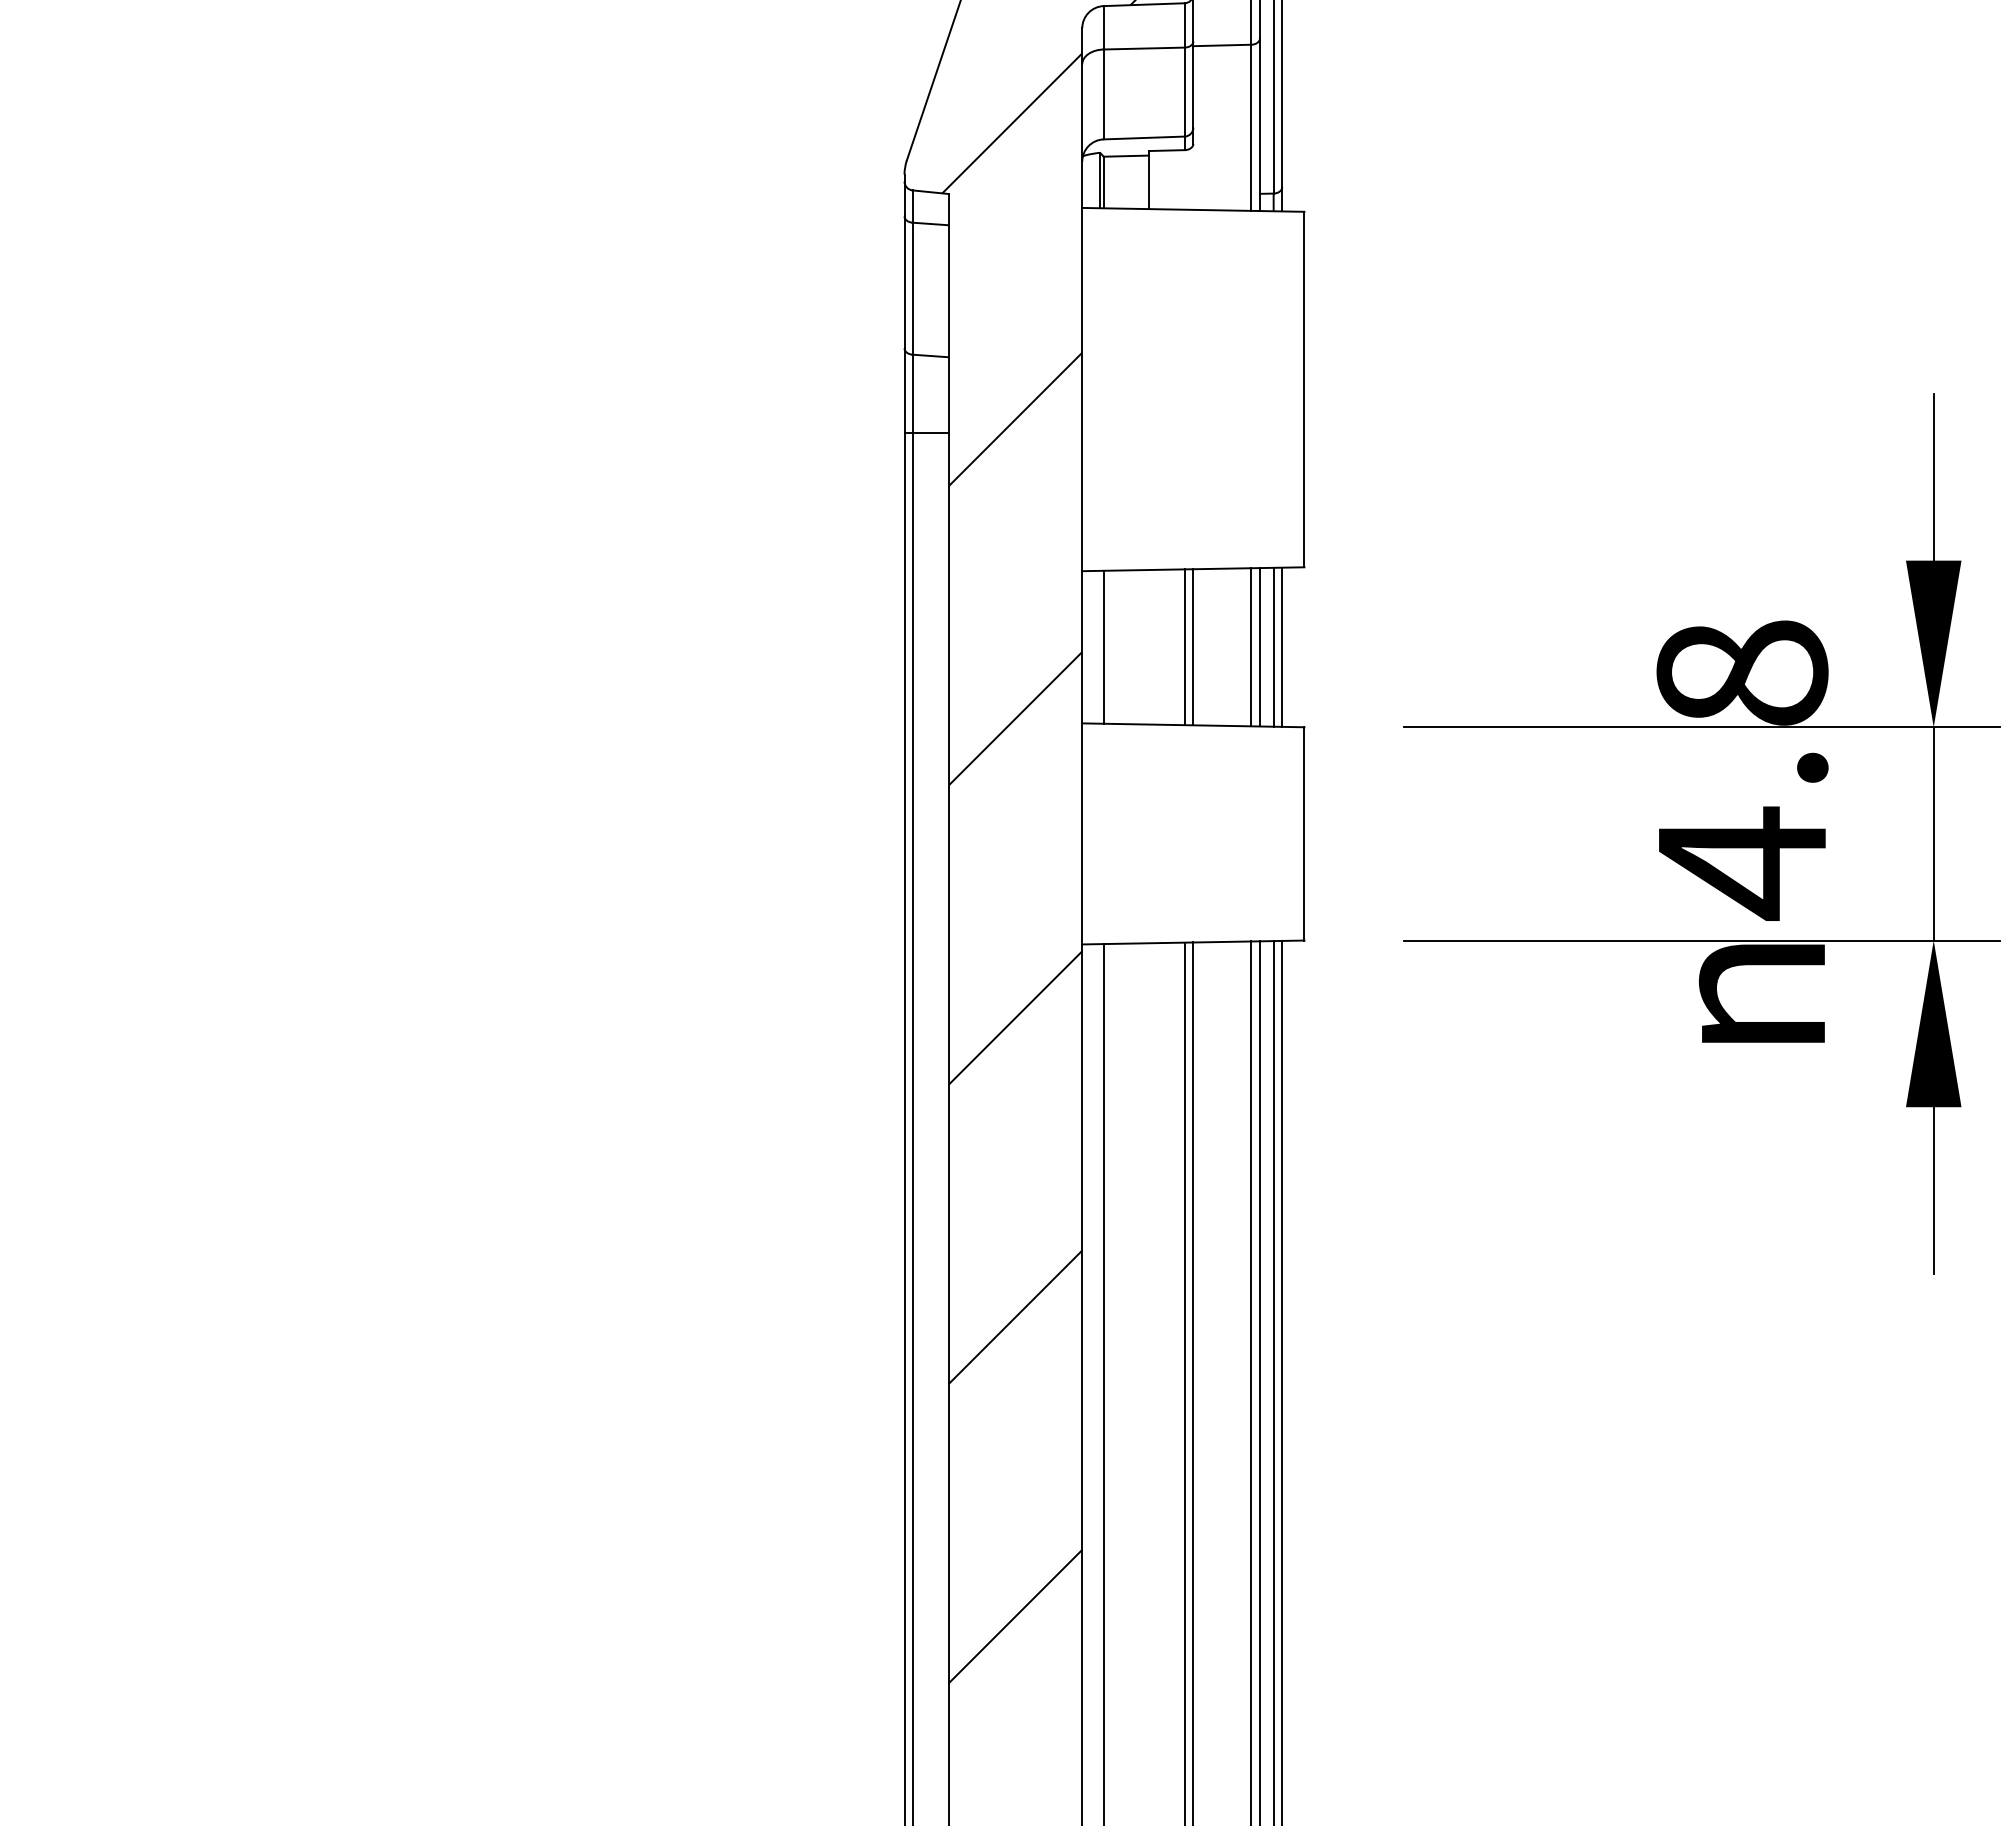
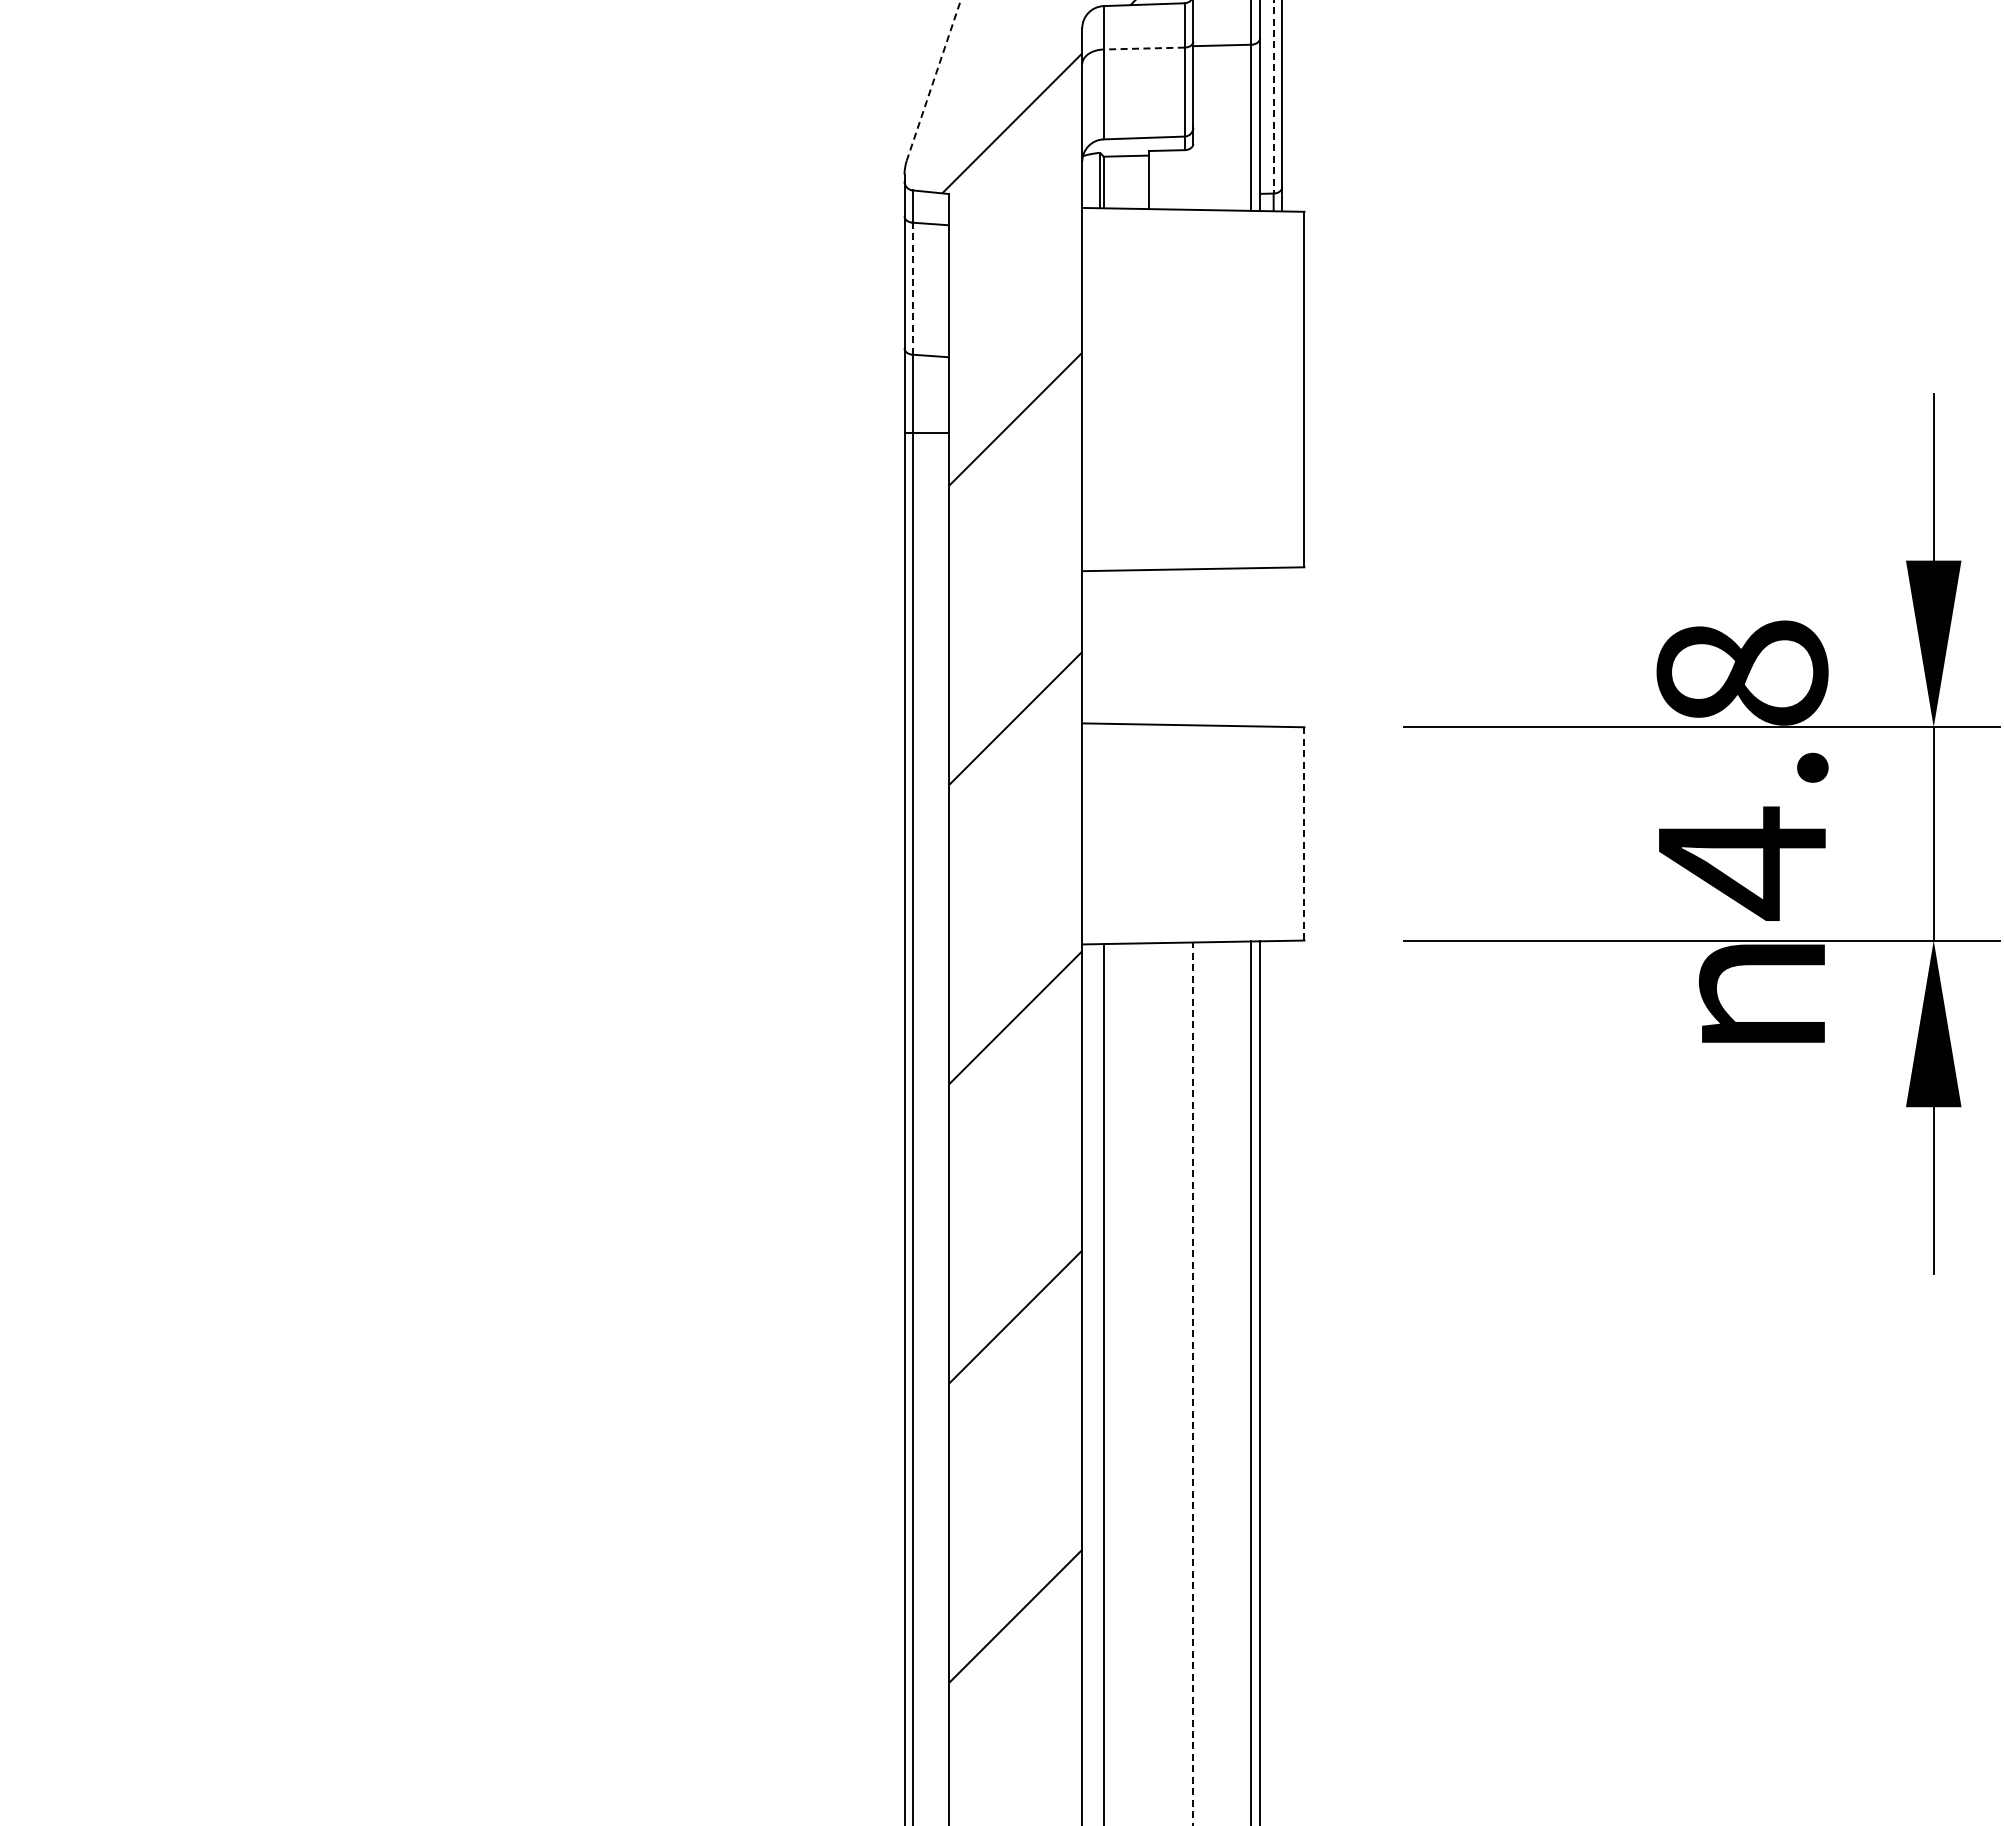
line at (1144, 48): solid -> dashed
line at (933, 80): solid -> dashed
line at (1273, 97): solid -> dashed
line at (912, 288): solid -> dashed
line at (1103, 646): present -> none
line at (1273, 646): present -> none
line at (1282, 646): present -> none
line at (1184, 647): present -> none
line at (1193, 647): present -> none
line at (1251, 647): present -> none
line at (1260, 647): present -> none
line at (1304, 833): solid -> dashed
line at (1273, 1381): present -> none
line at (1282, 1381): present -> none
line at (1184, 1382): present -> none
line at (1193, 1383): solid -> dashed
